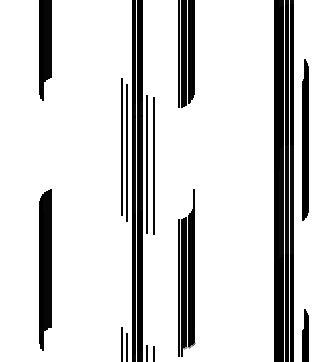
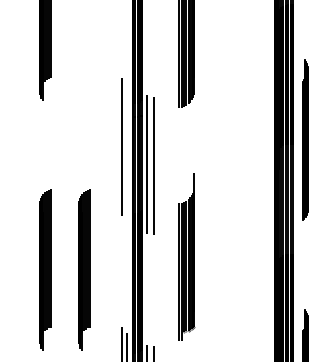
line at (126, 152): present -> none
part at (84, 269): none -> present
part at (186, 272) position: (186, 272) -> (186, 256)
